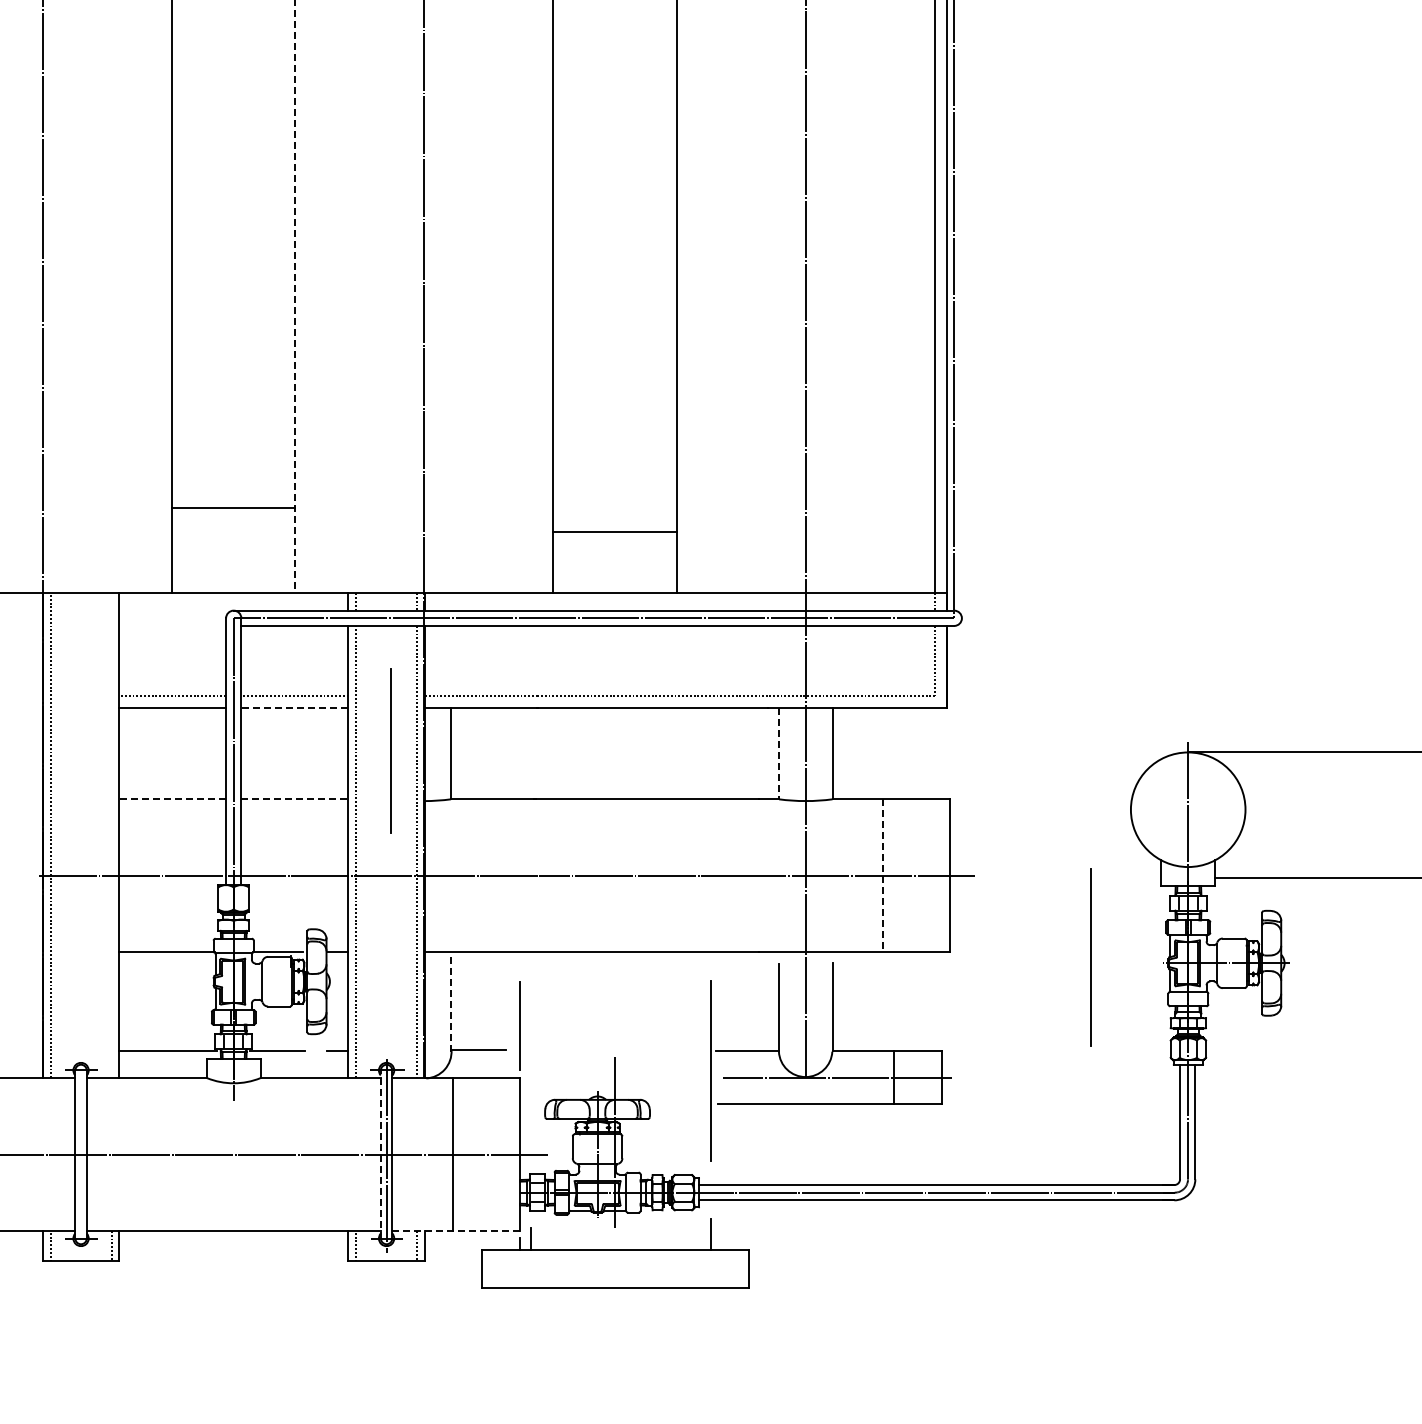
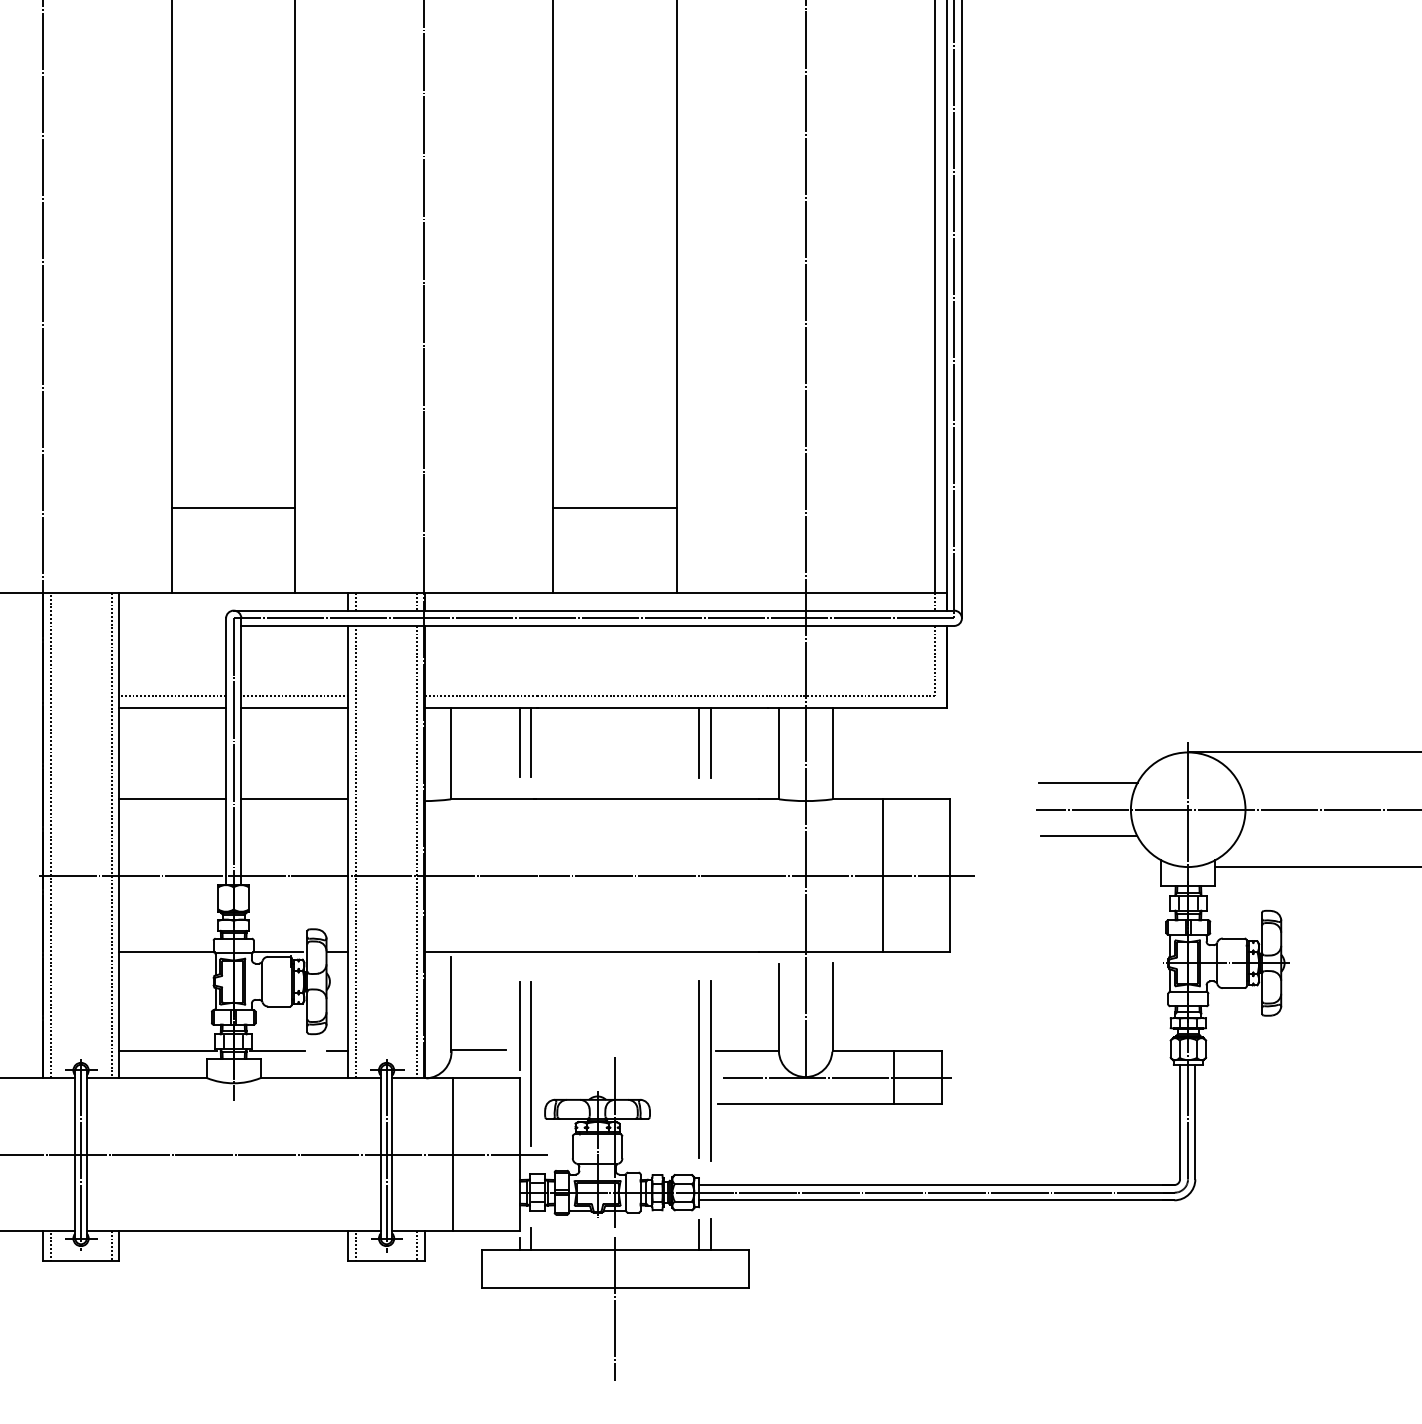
line at (295, 297): dashed -> solid
line at (961, 310): none -> present
line at (615, 531) position: (615, 531) -> (615, 507)
line at (294, 707): dashed -> solid
line at (519, 741): none -> present
line at (531, 741): none -> present
line at (699, 742): none -> present
line at (710, 742): none -> present
line at (390, 750) position: (390, 750) -> (530, 1063)
line at (779, 753): dashed -> solid
line at (1088, 782): none -> present
line at (172, 799): dashed -> solid
line at (293, 799): dashed -> solid
line at (1227, 809): none -> present
line at (111, 835): none -> present
line at (1088, 836): none -> present
line at (882, 876): dashed -> solid
line at (1316, 877) position: (1316, 877) -> (1316, 866)
line at (1090, 957) position: (1090, 957) -> (698, 1069)
line at (451, 1005): dashed -> solid
line at (380, 1154): dashed -> solid
line at (81, 1155): none -> present
line at (455, 1230): dashed -> solid
line at (699, 1234): none -> present
line at (615, 1308): none -> present
